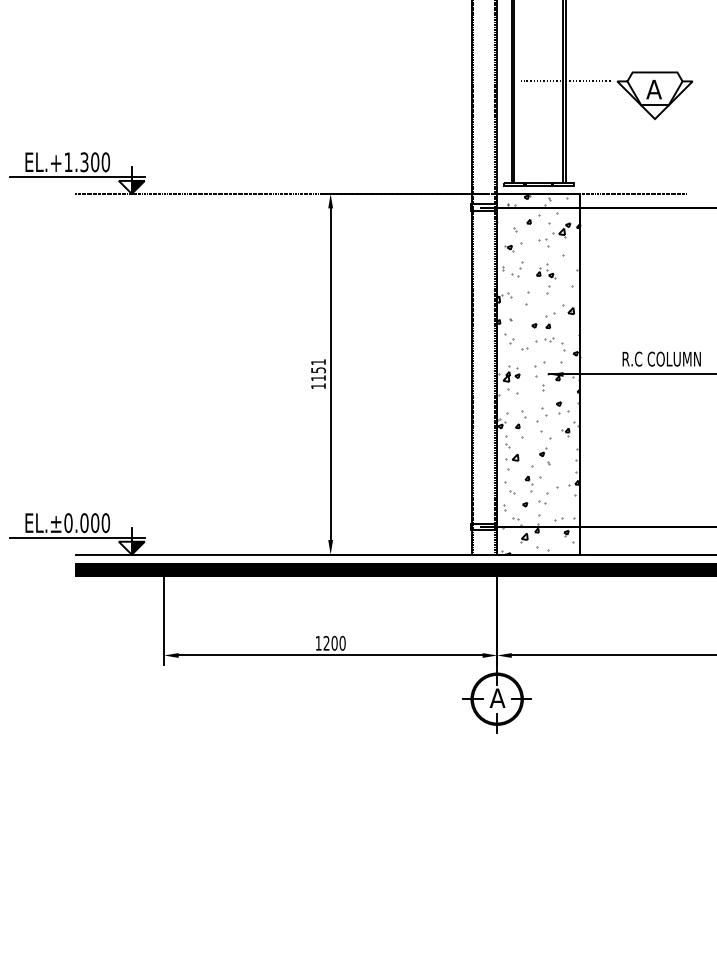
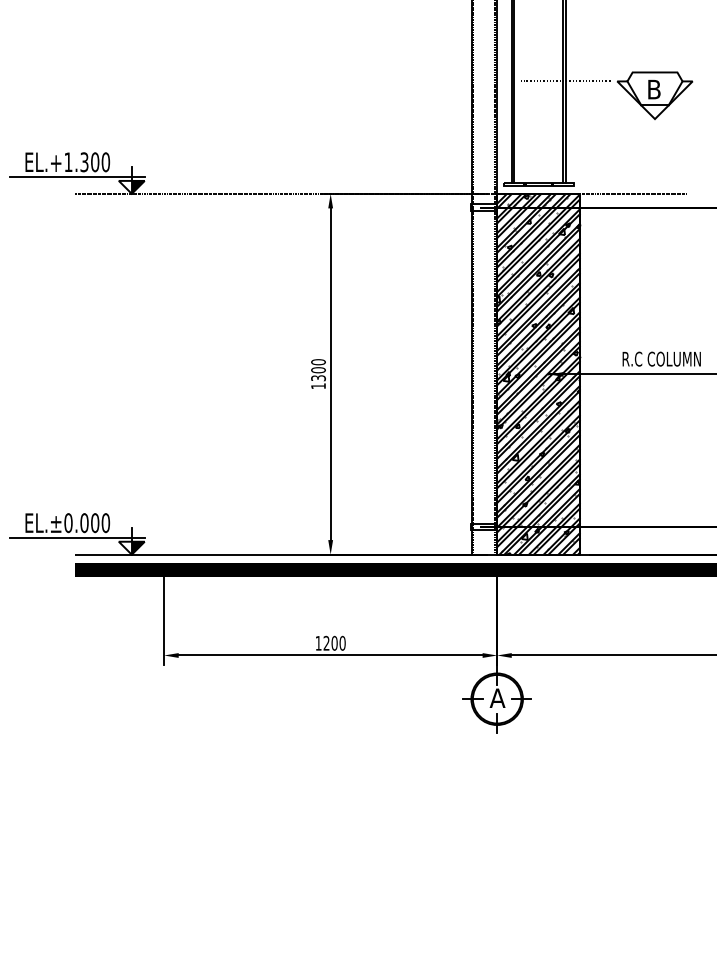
text at (653, 89): A -> B
text at (318, 370): 1151 -> 1300
hatch at (538, 373): none -> present
